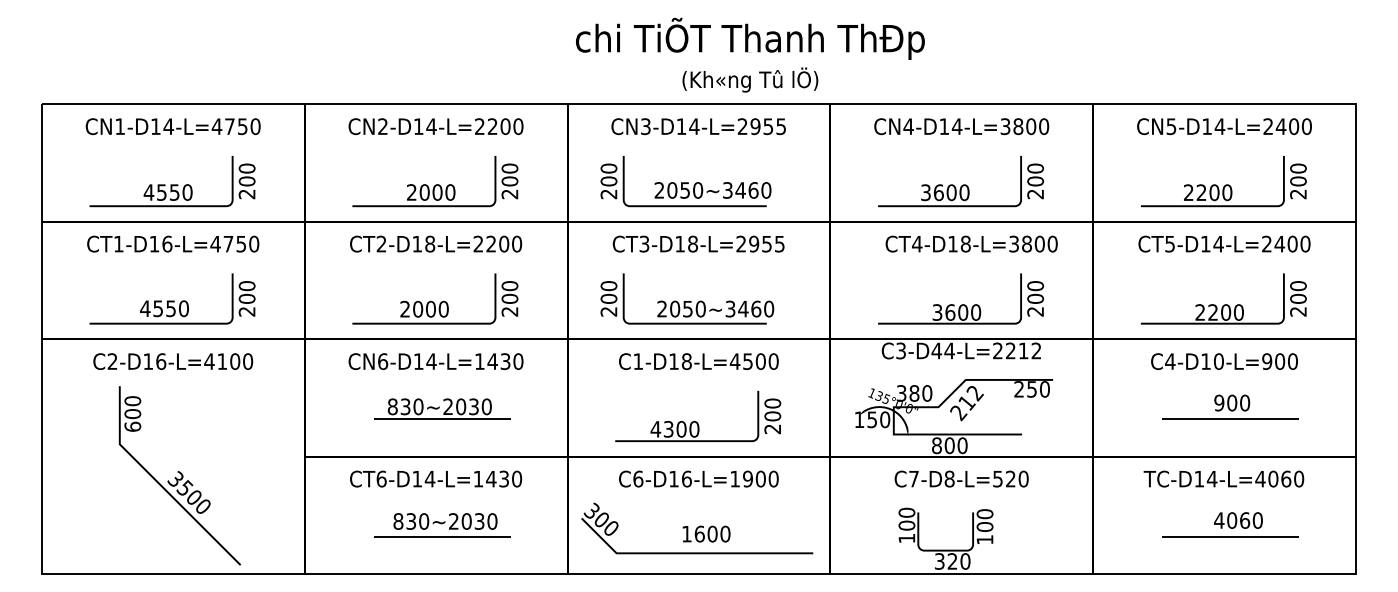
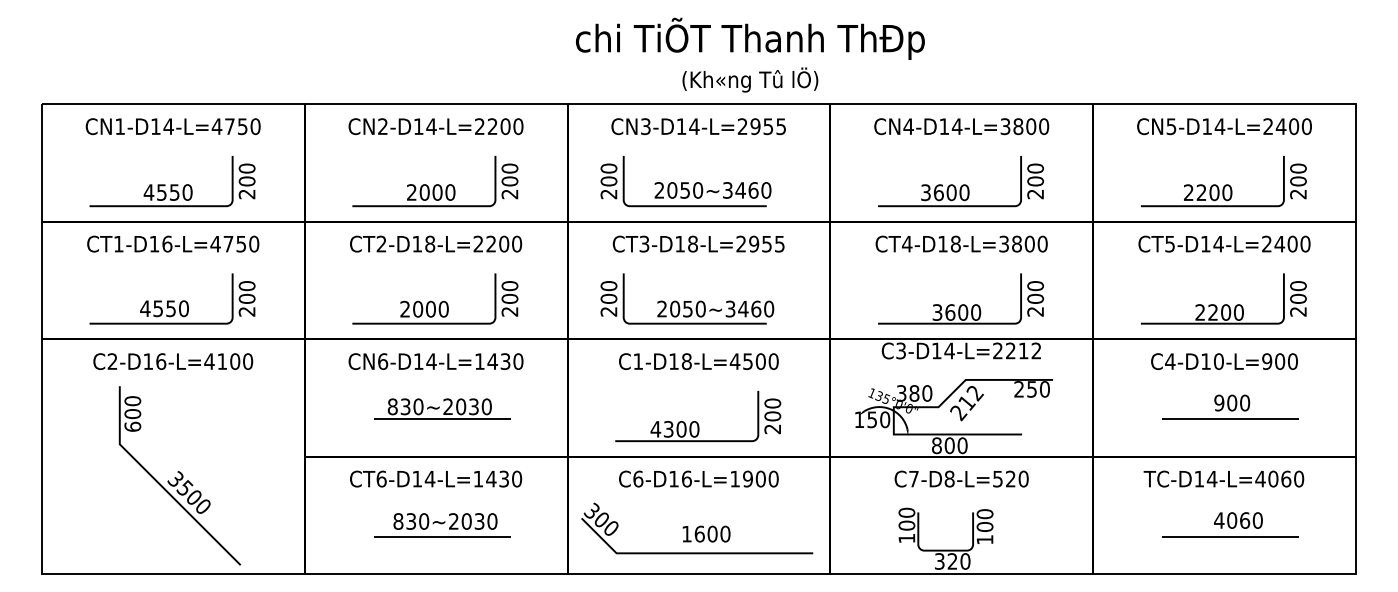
text at (971, 243) position: (971, 243) -> (961, 243)
text at (936, 350): C3-D44-L=2212 -> C3-D14-L=2212
